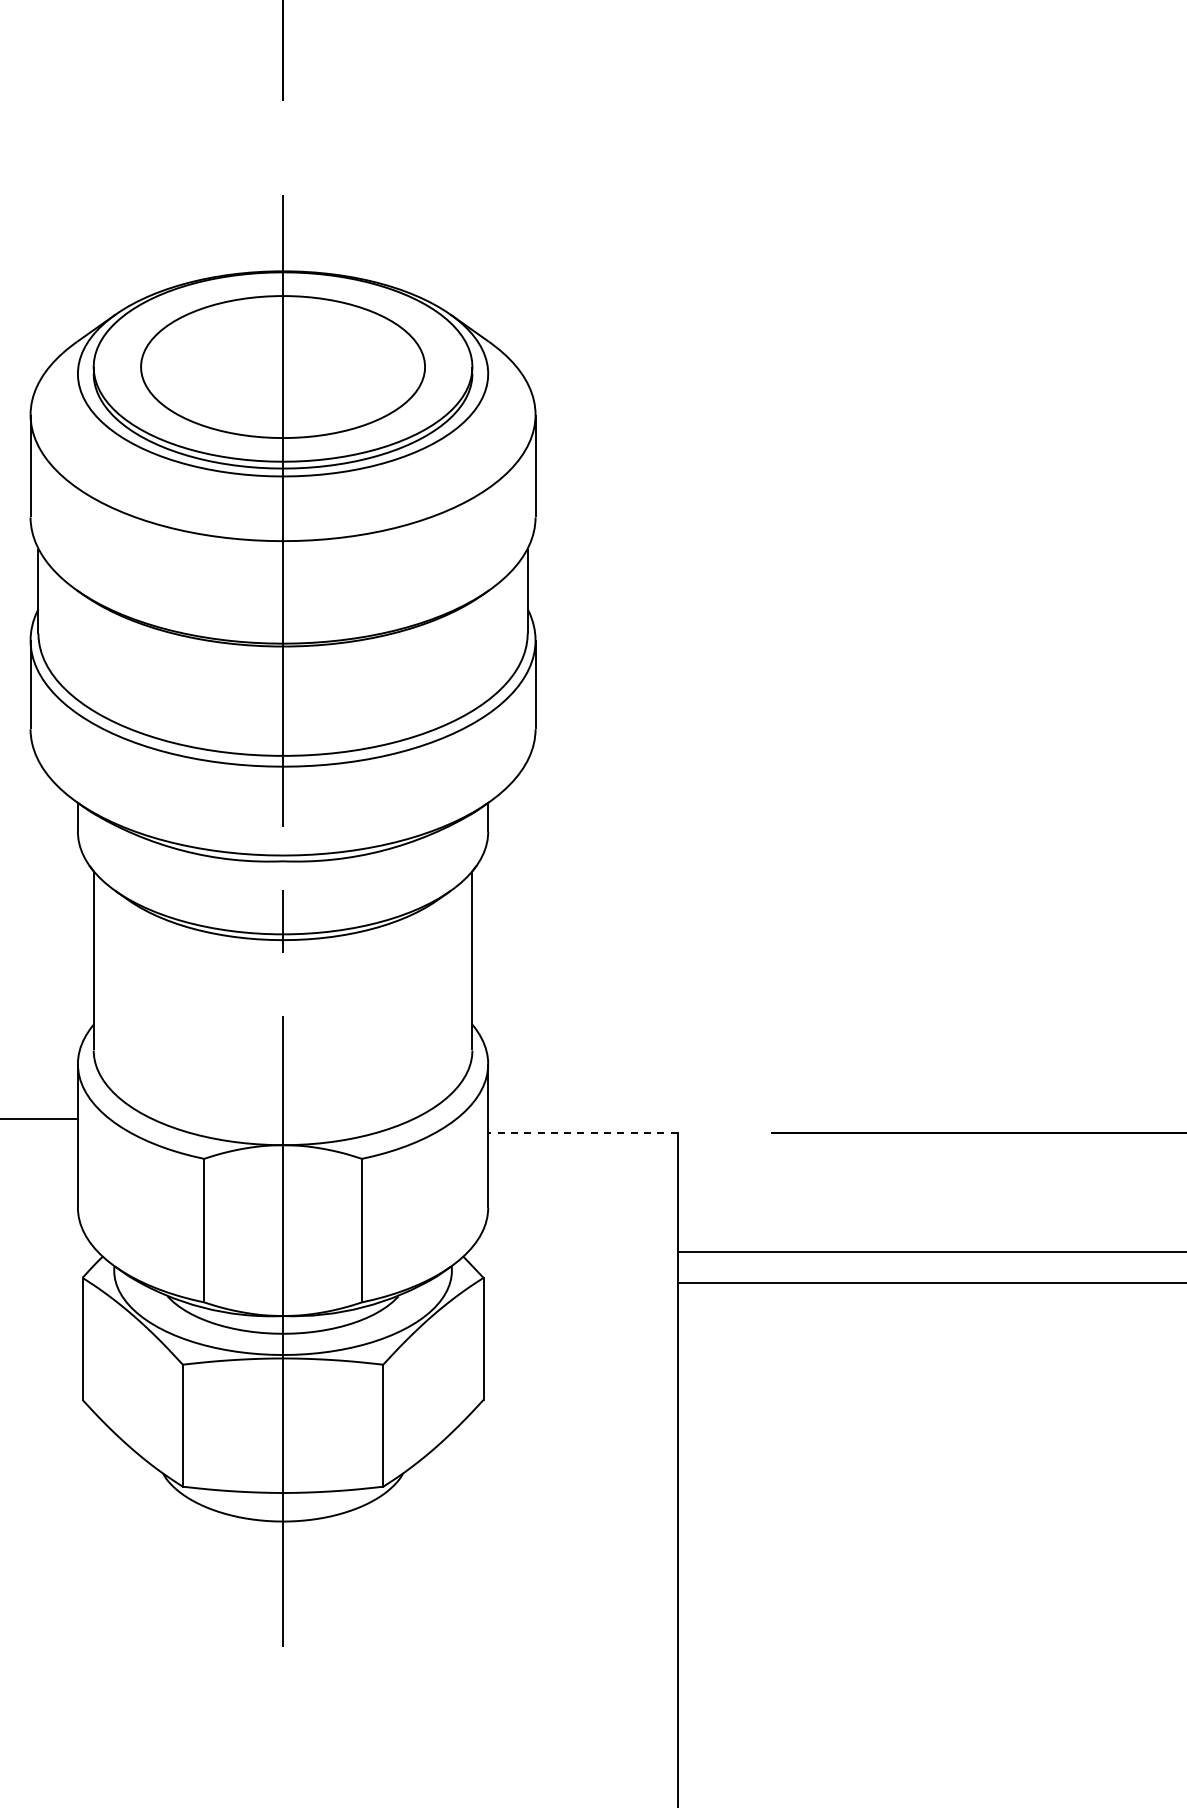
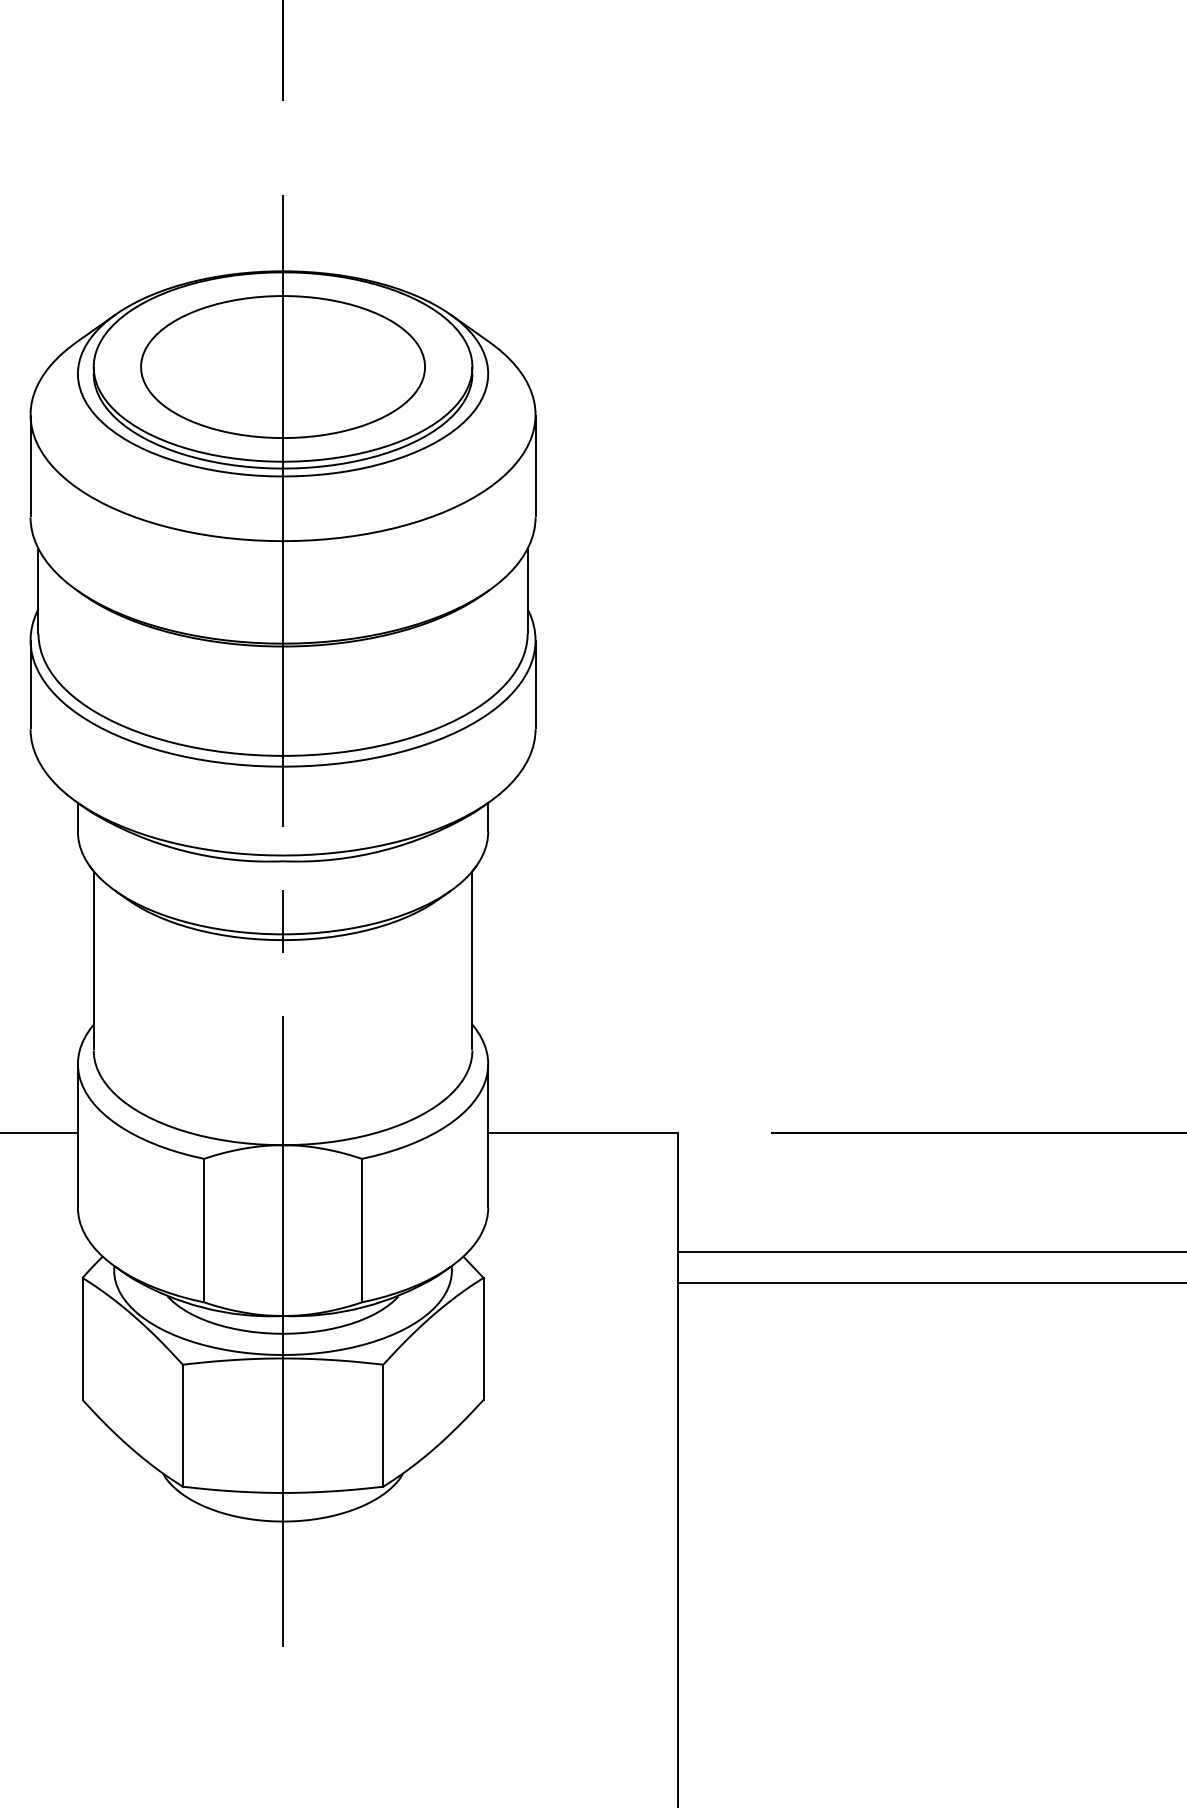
line at (39, 1119) position: (39, 1119) -> (39, 1133)
line at (582, 1133): dashed -> solid
